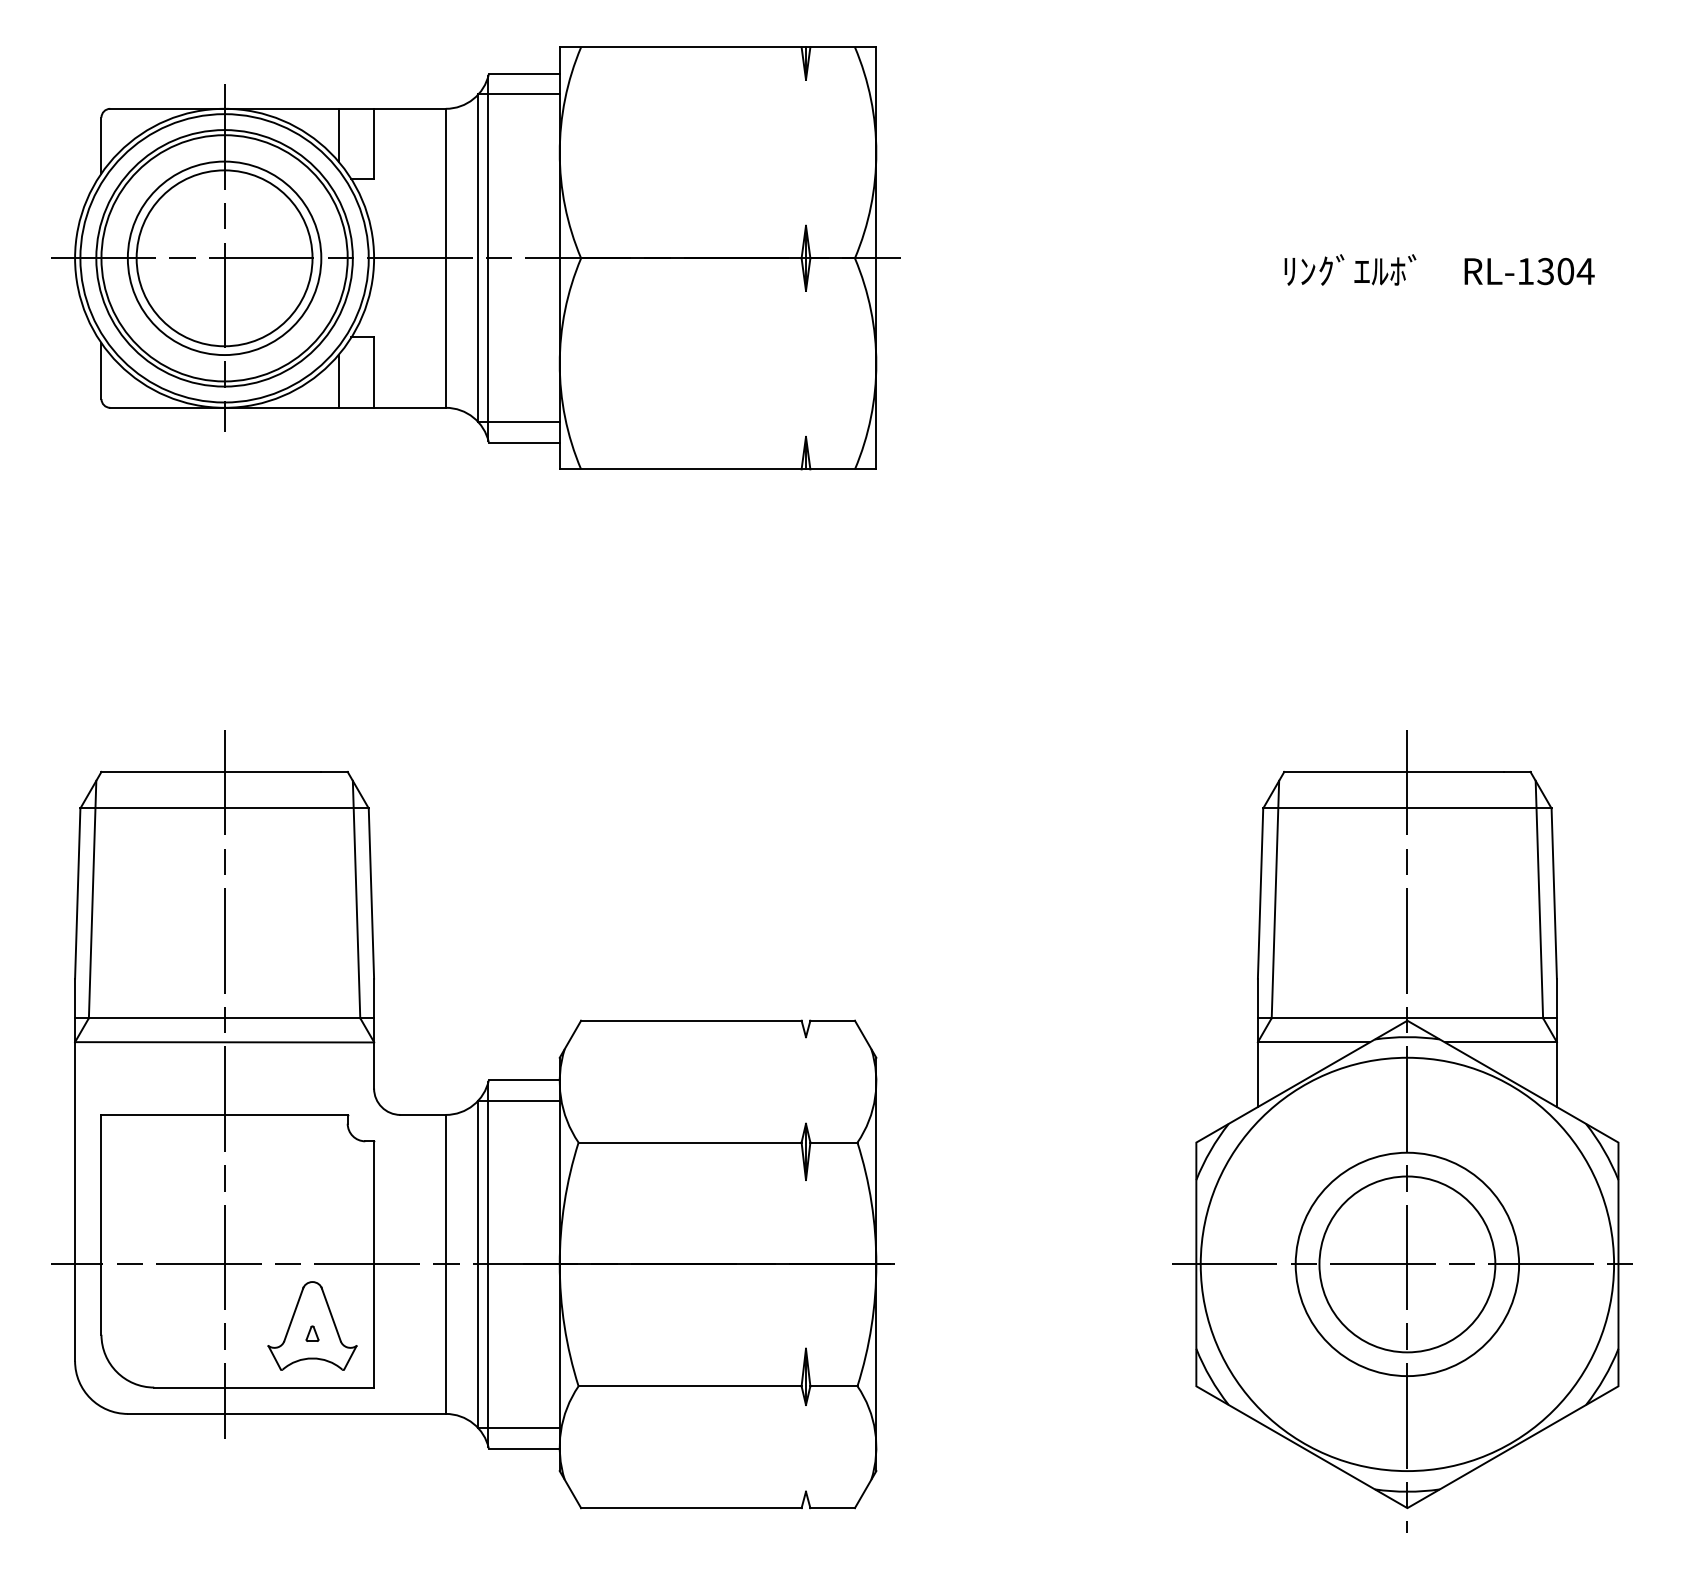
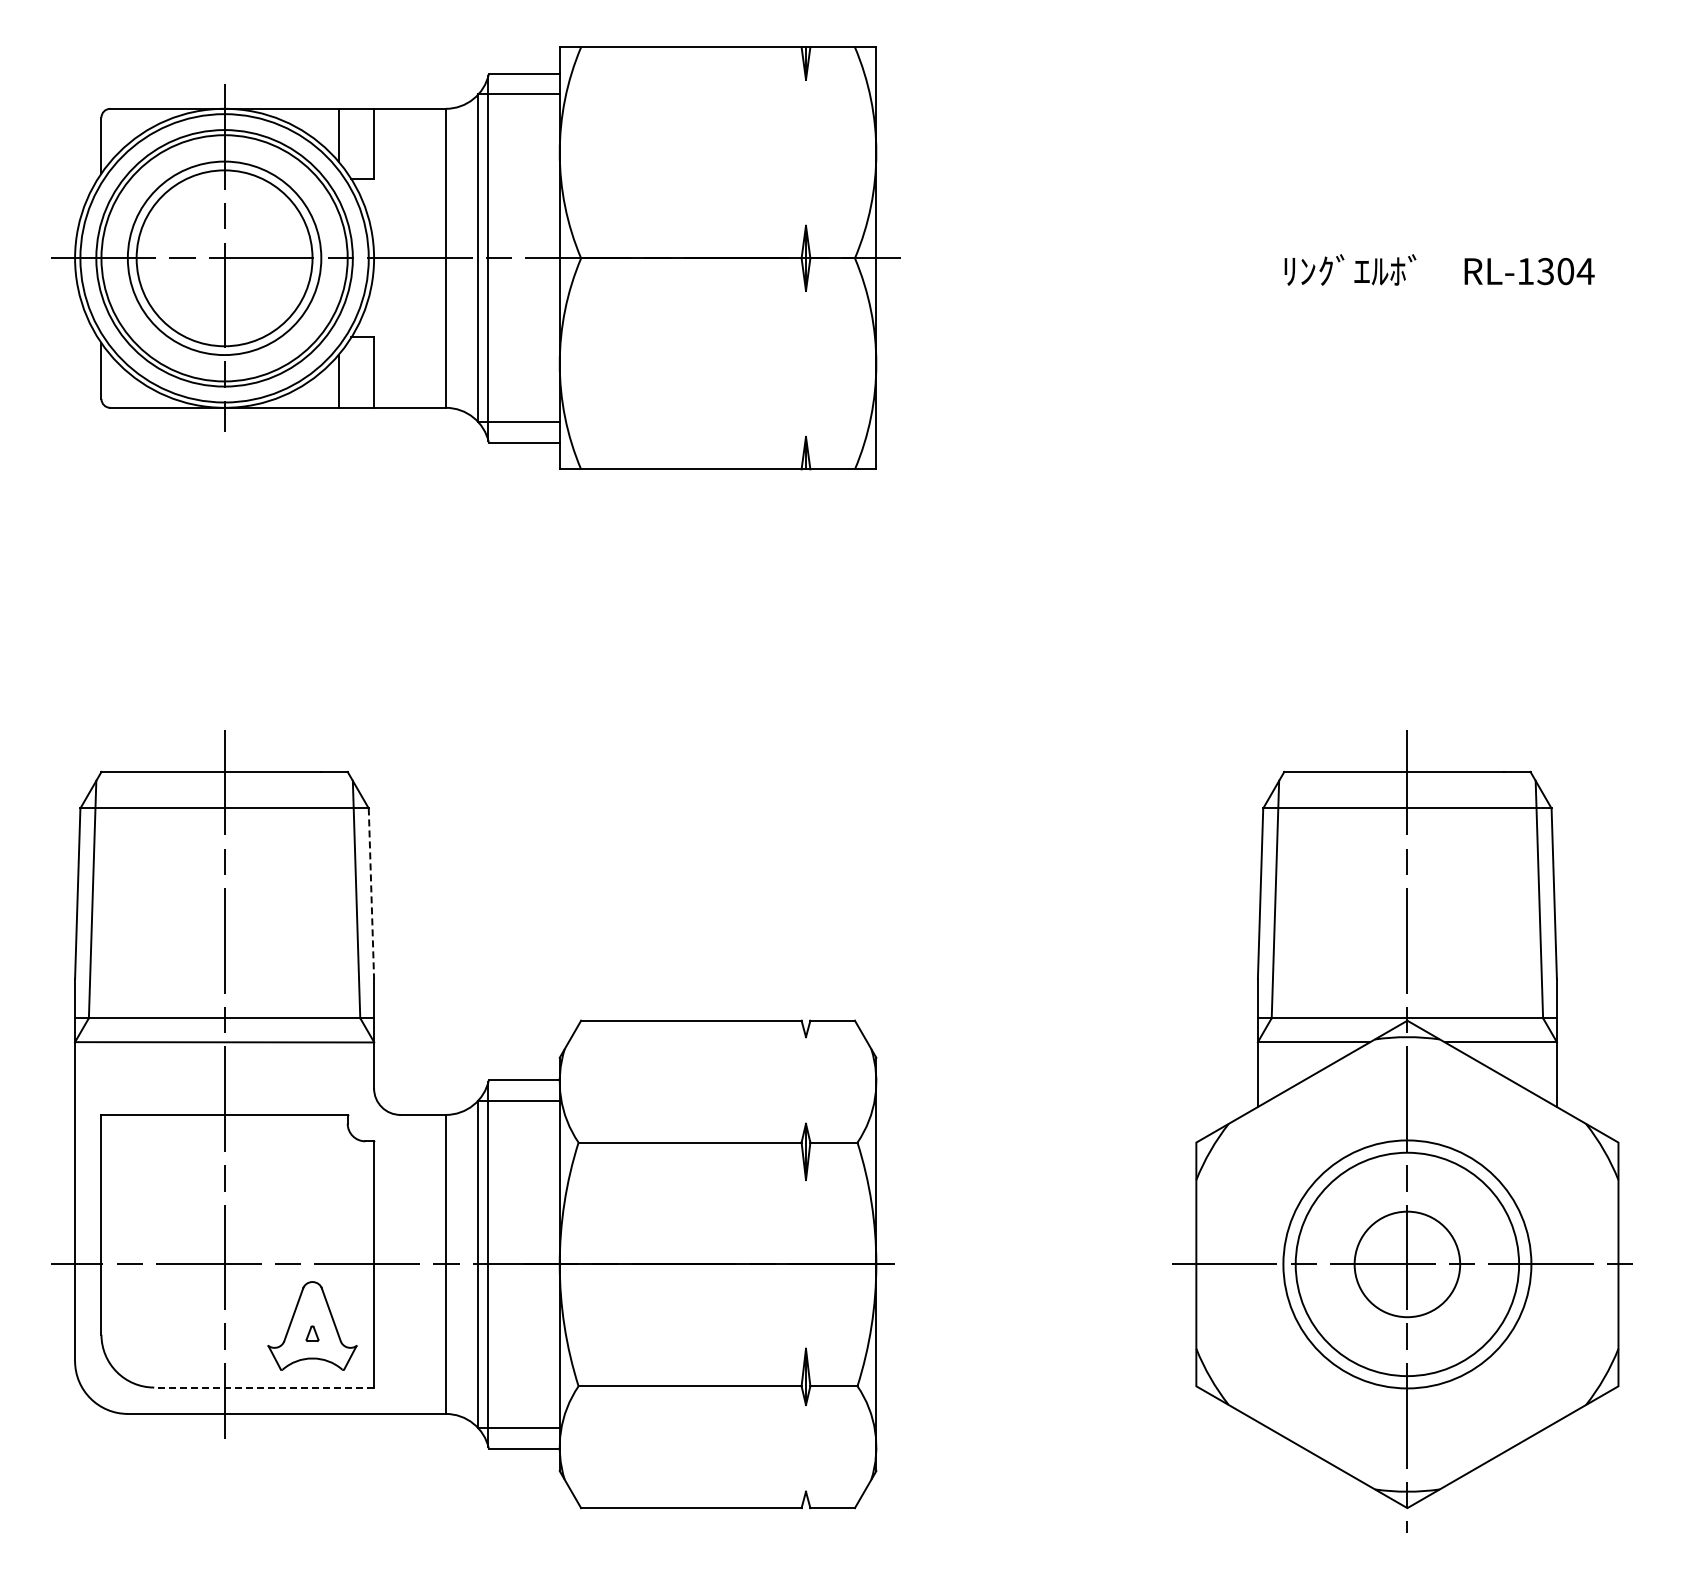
line at (371, 894): solid -> dashed
circle at (1407, 1264) diameter: 176 px -> 106 px
circle at (1407, 1264) diameter: 413 px -> 248 px
line at (264, 1387): solid -> dashed
